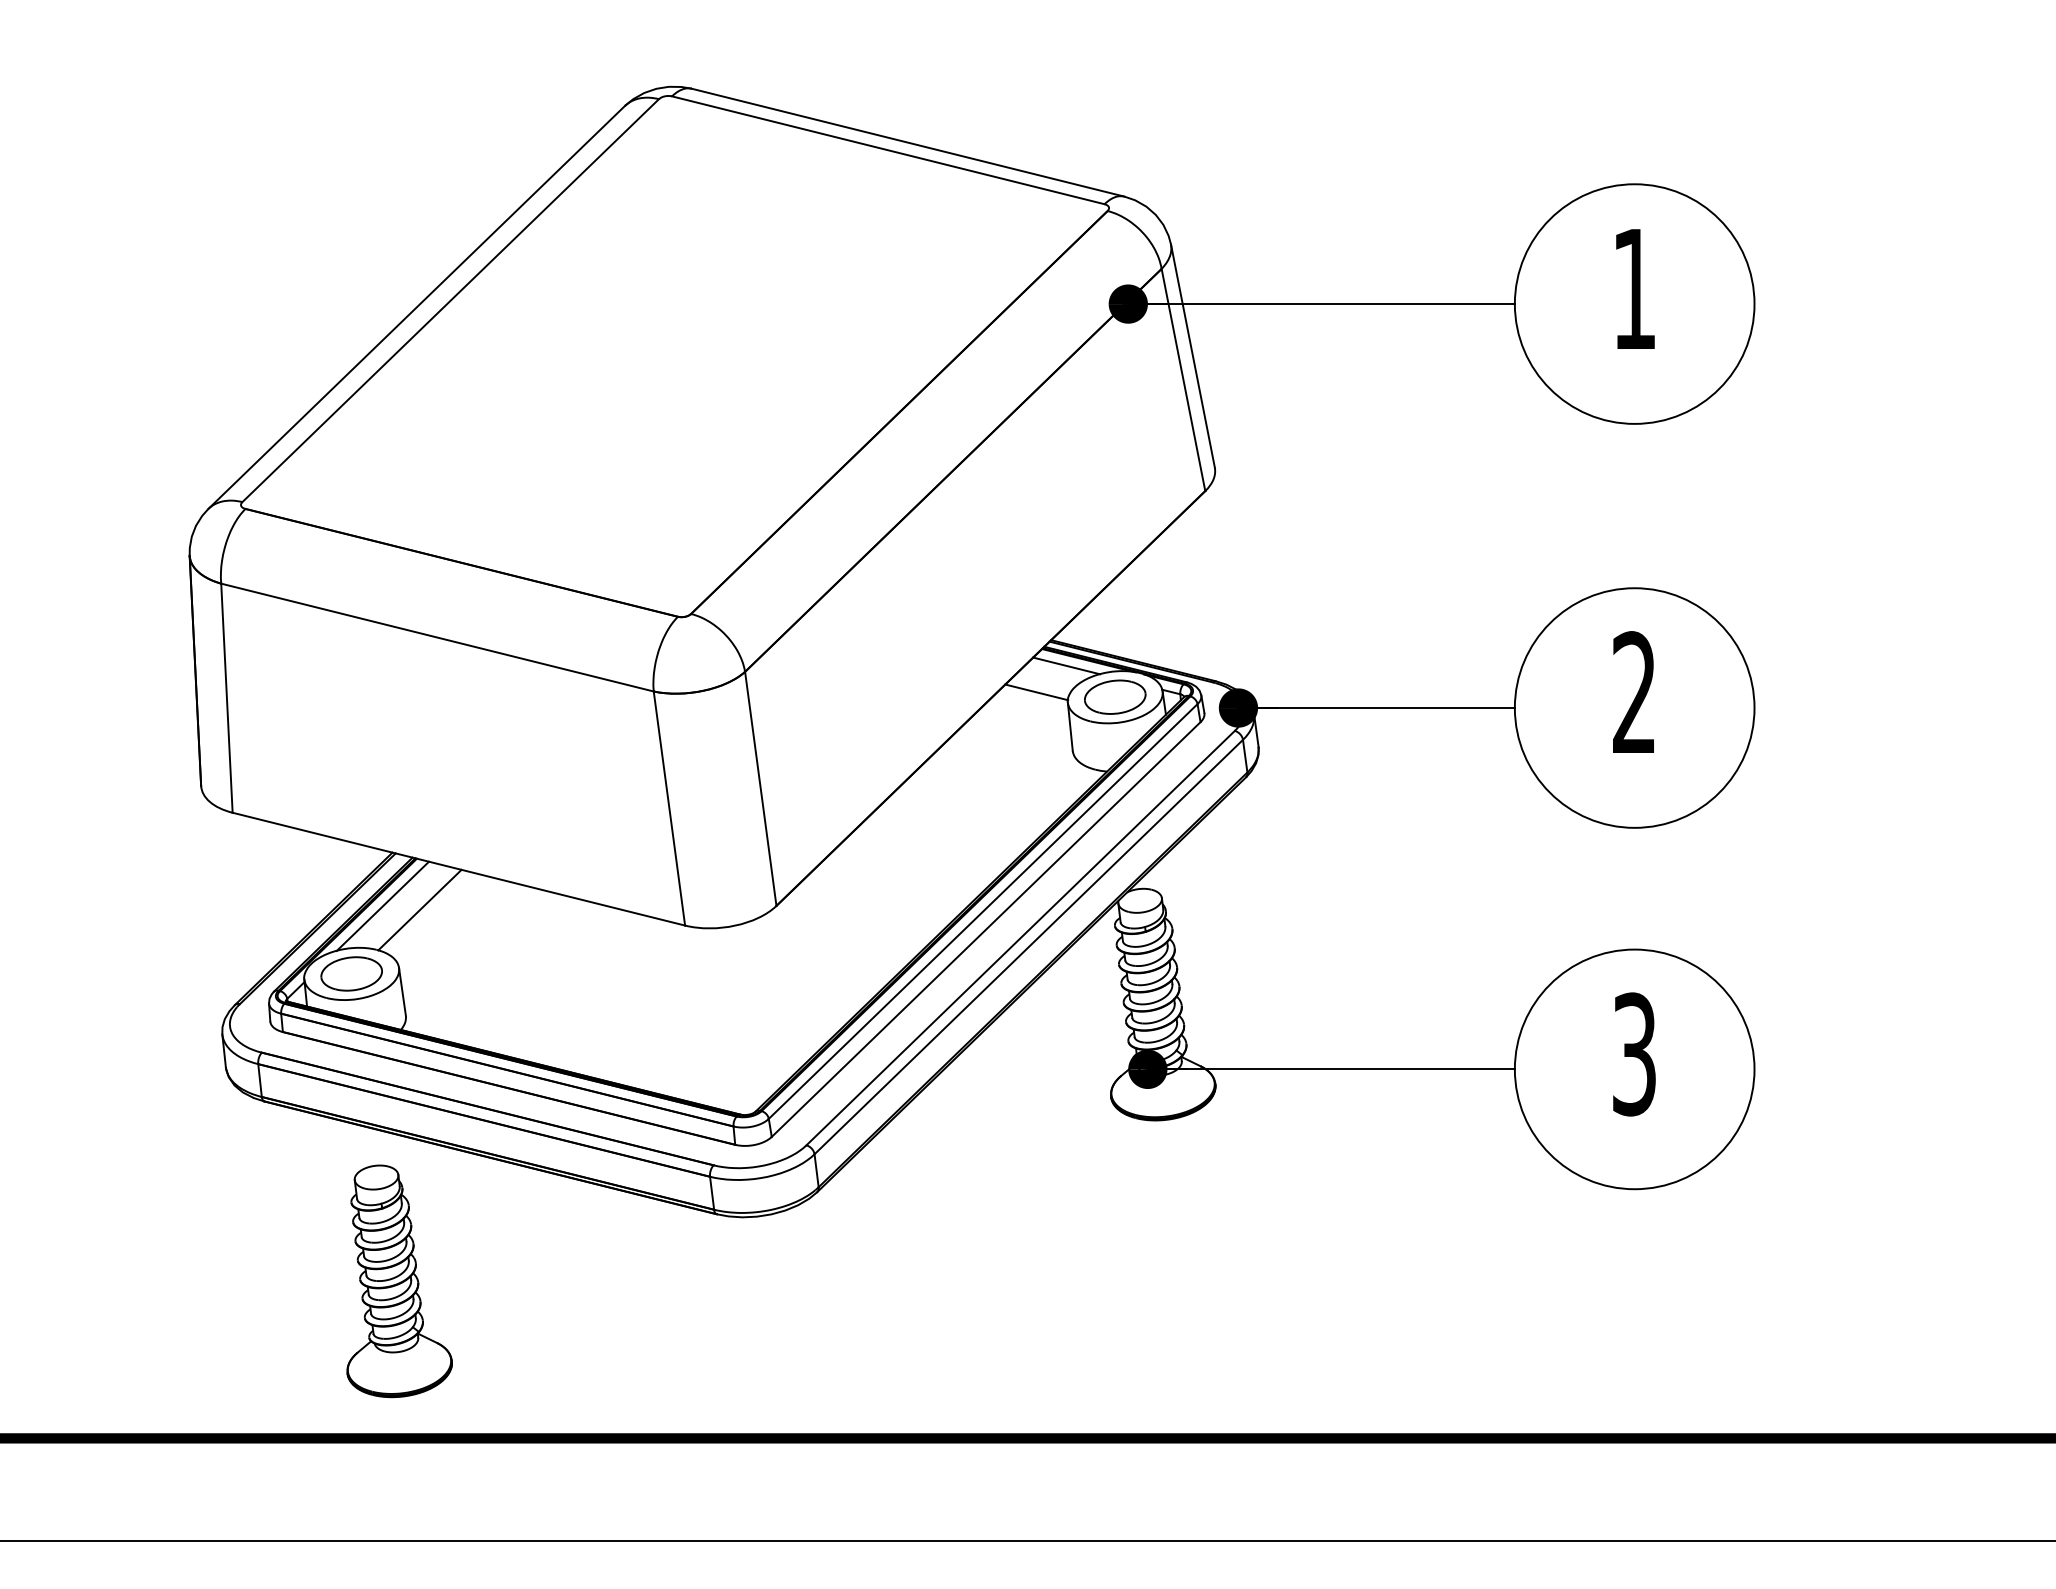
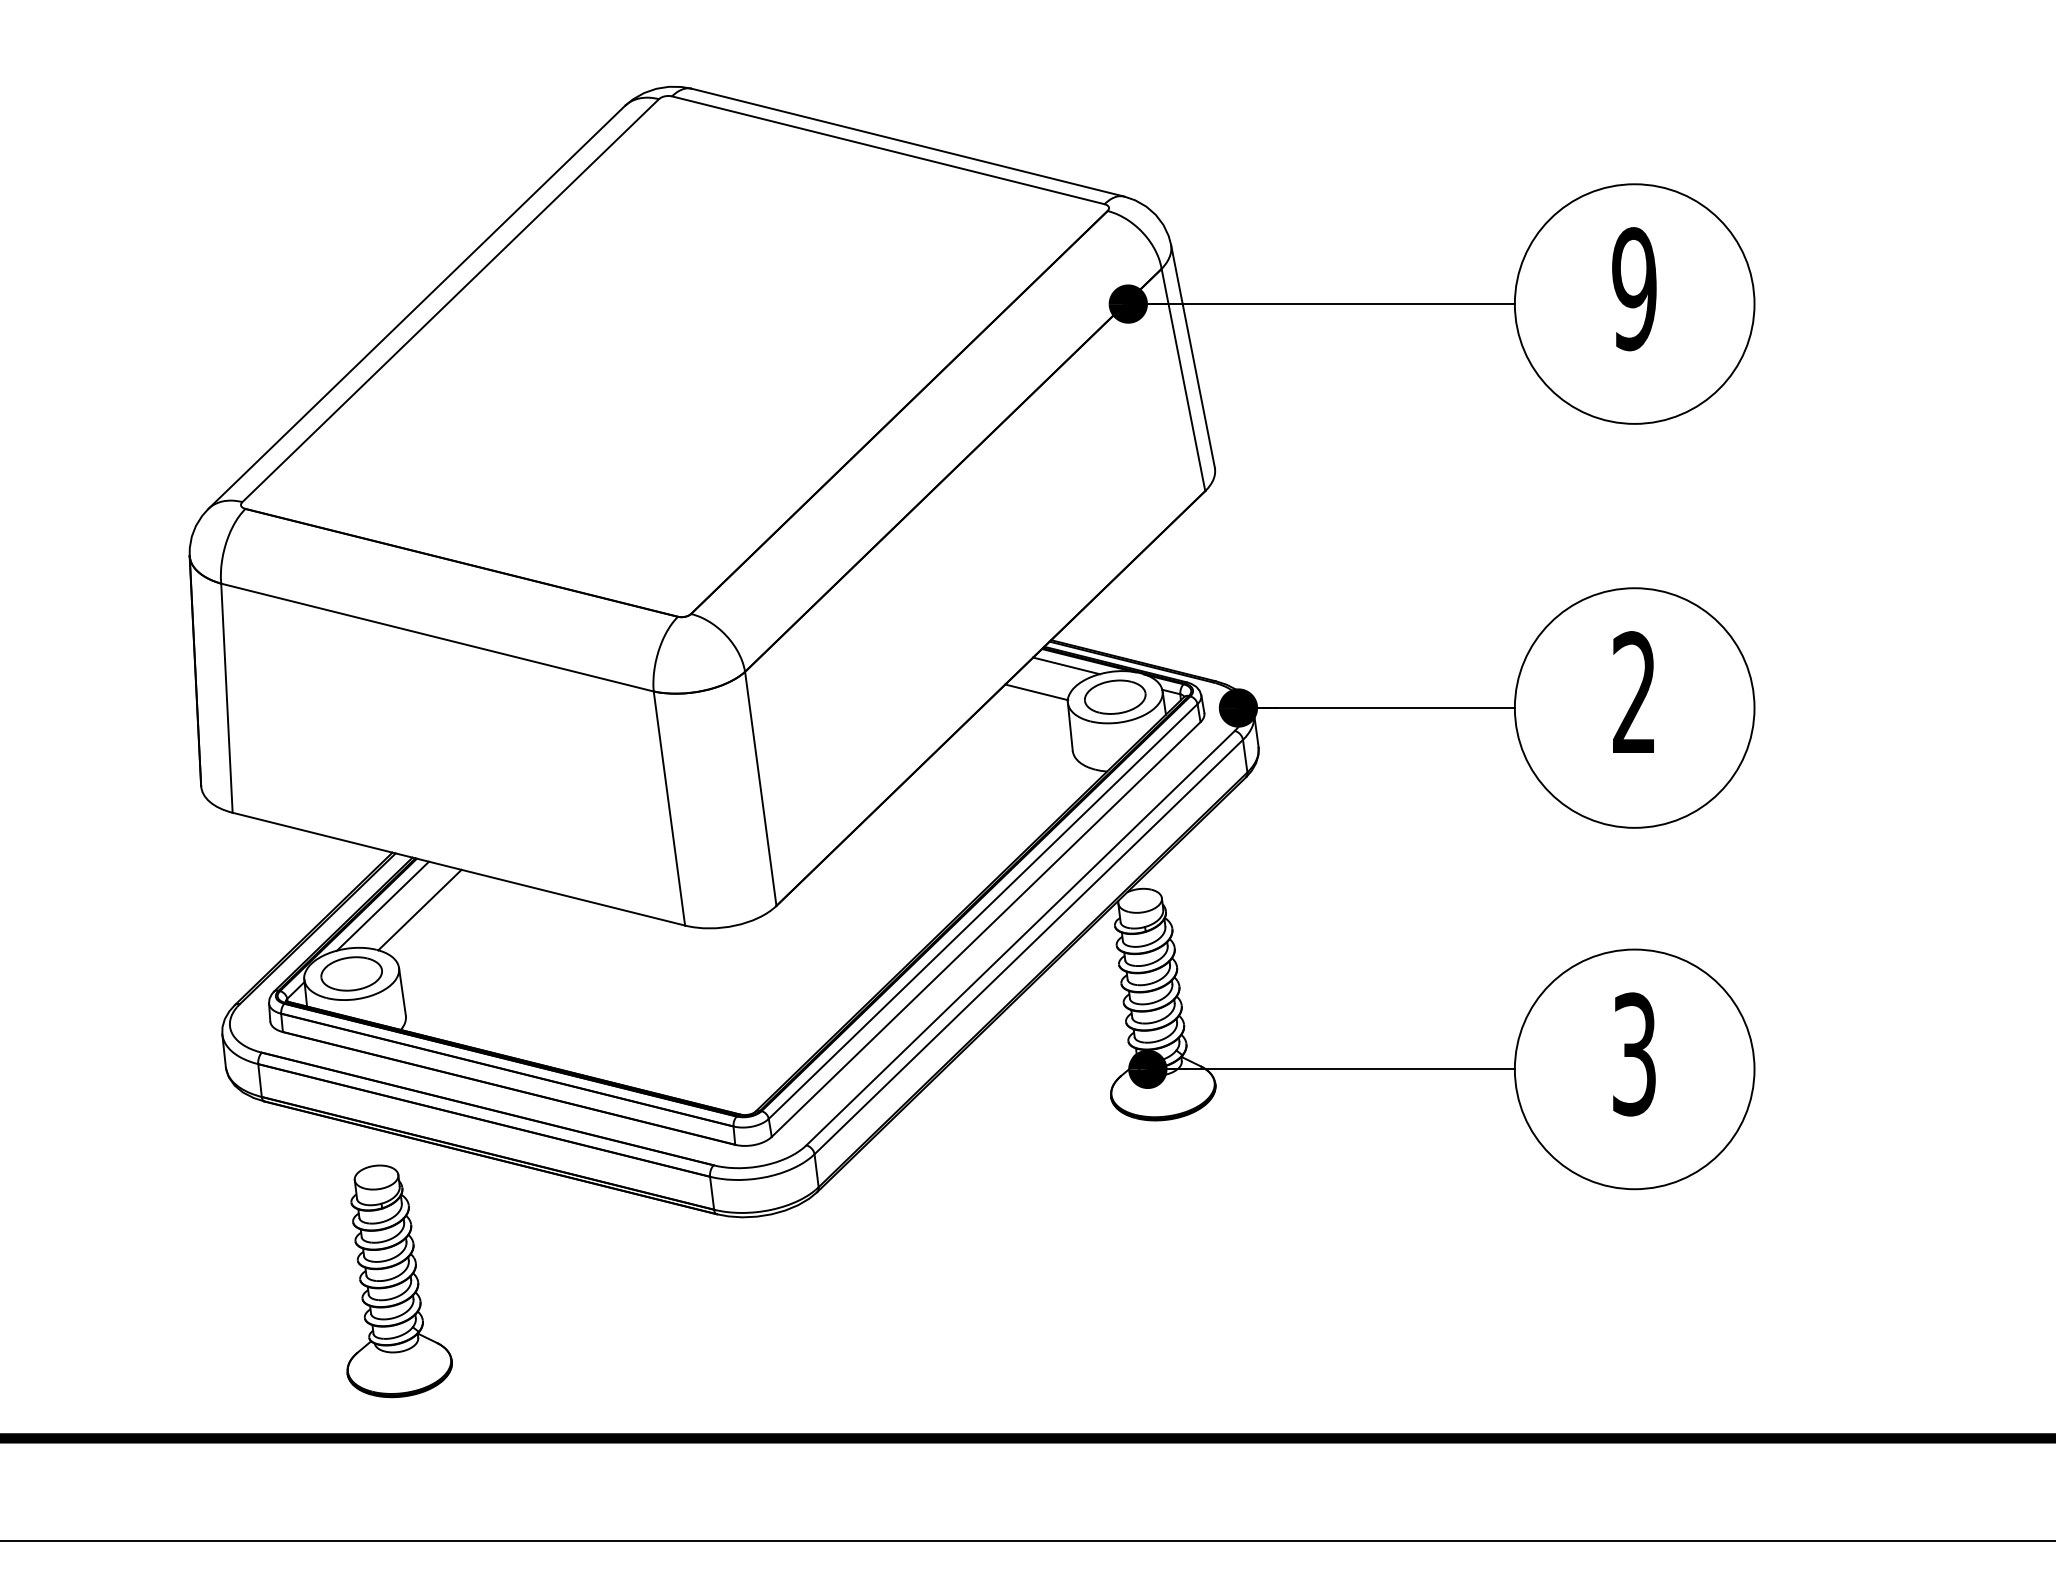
text at (1634, 289): 1 -> 9
